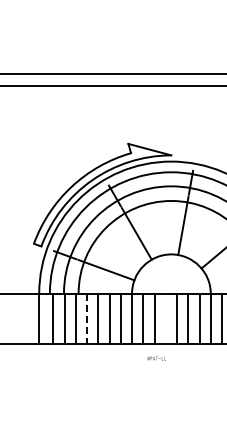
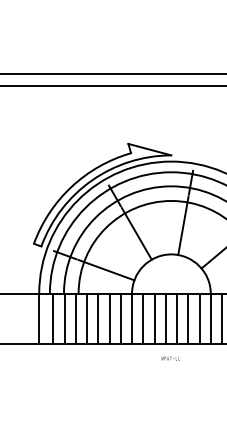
line at (165, 318): none -> present
line at (87, 319): dashed -> solid
text at (156, 358) position: (156, 358) -> (170, 358)
